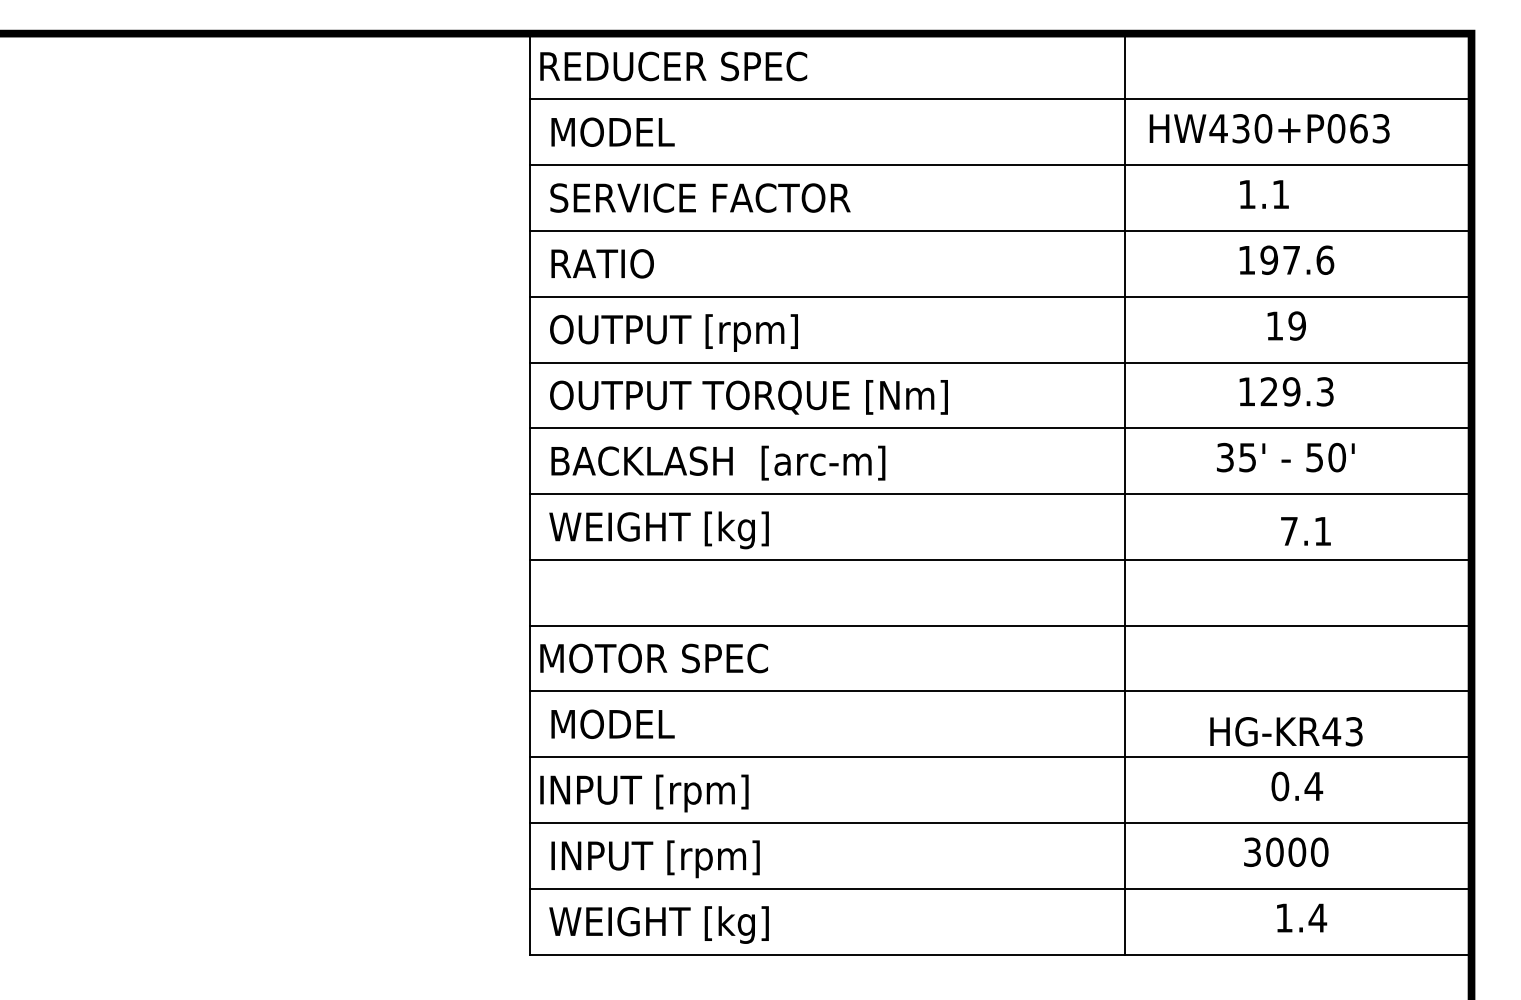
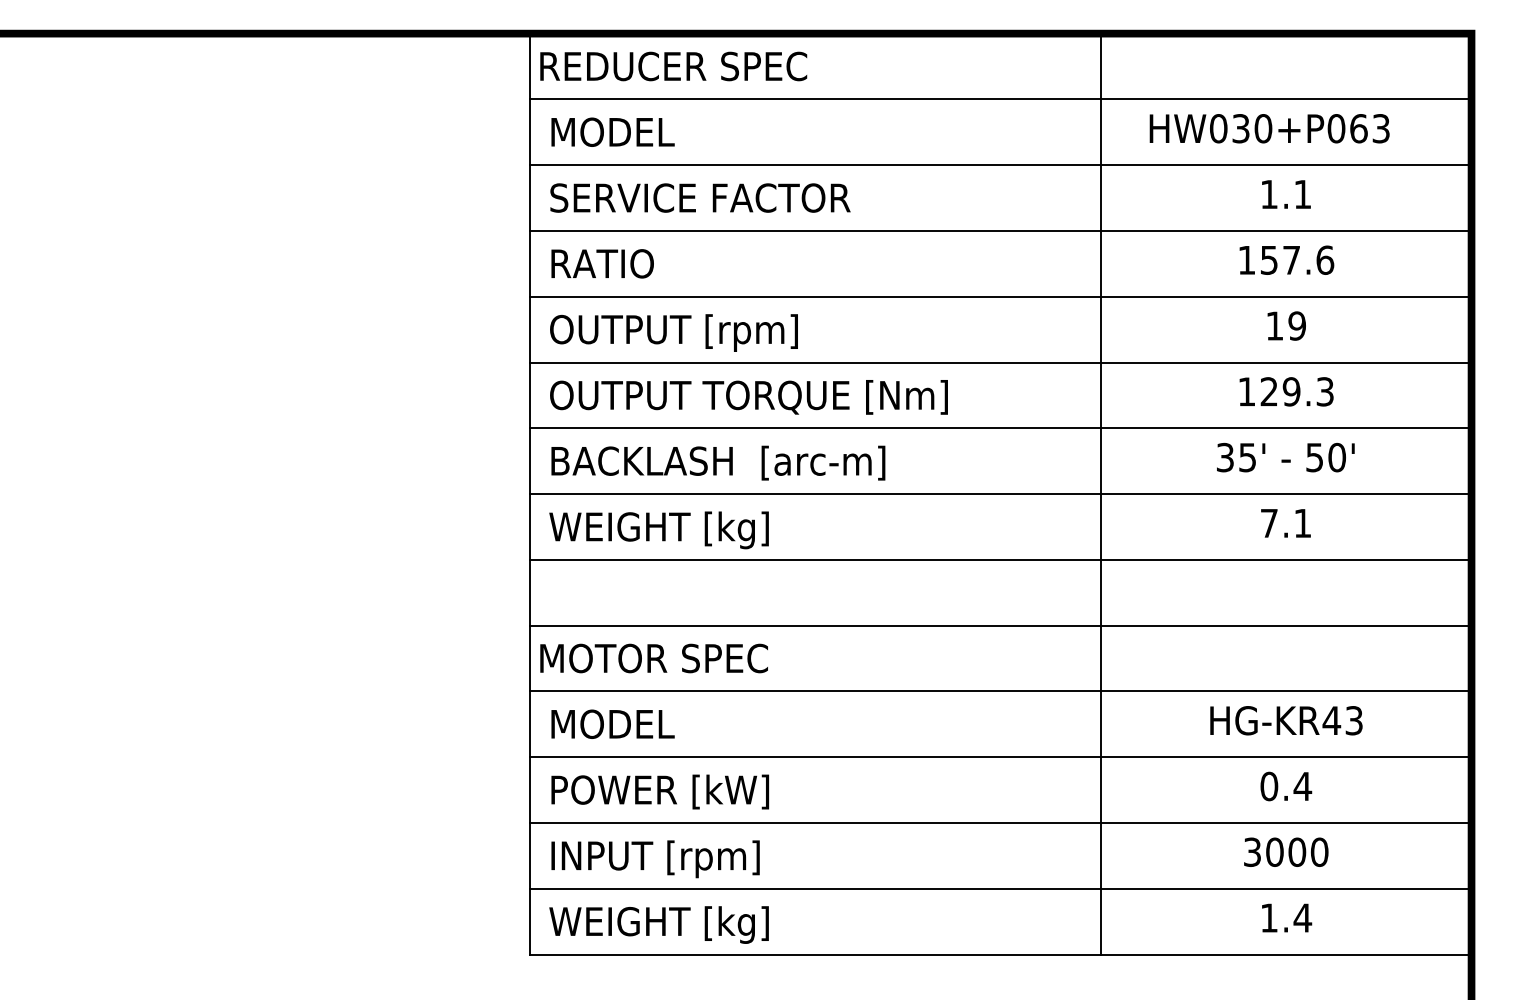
text at (1218, 128): HW430+P063 -> HW030+P063
text at (1264, 194) position: (1264, 194) -> (1286, 194)
text at (1269, 259): 197.6 -> 157.6
line at (1124, 493) position: (1124, 493) -> (1100, 493)
text at (1305, 531) position: (1305, 531) -> (1285, 523)
text at (1286, 731) position: (1286, 731) -> (1286, 720)
text at (1297, 786) position: (1297, 786) -> (1286, 786)
text at (654, 793): INPUT [rpm] -> POWER [kW]
text at (1302, 917) position: (1302, 917) -> (1287, 917)
